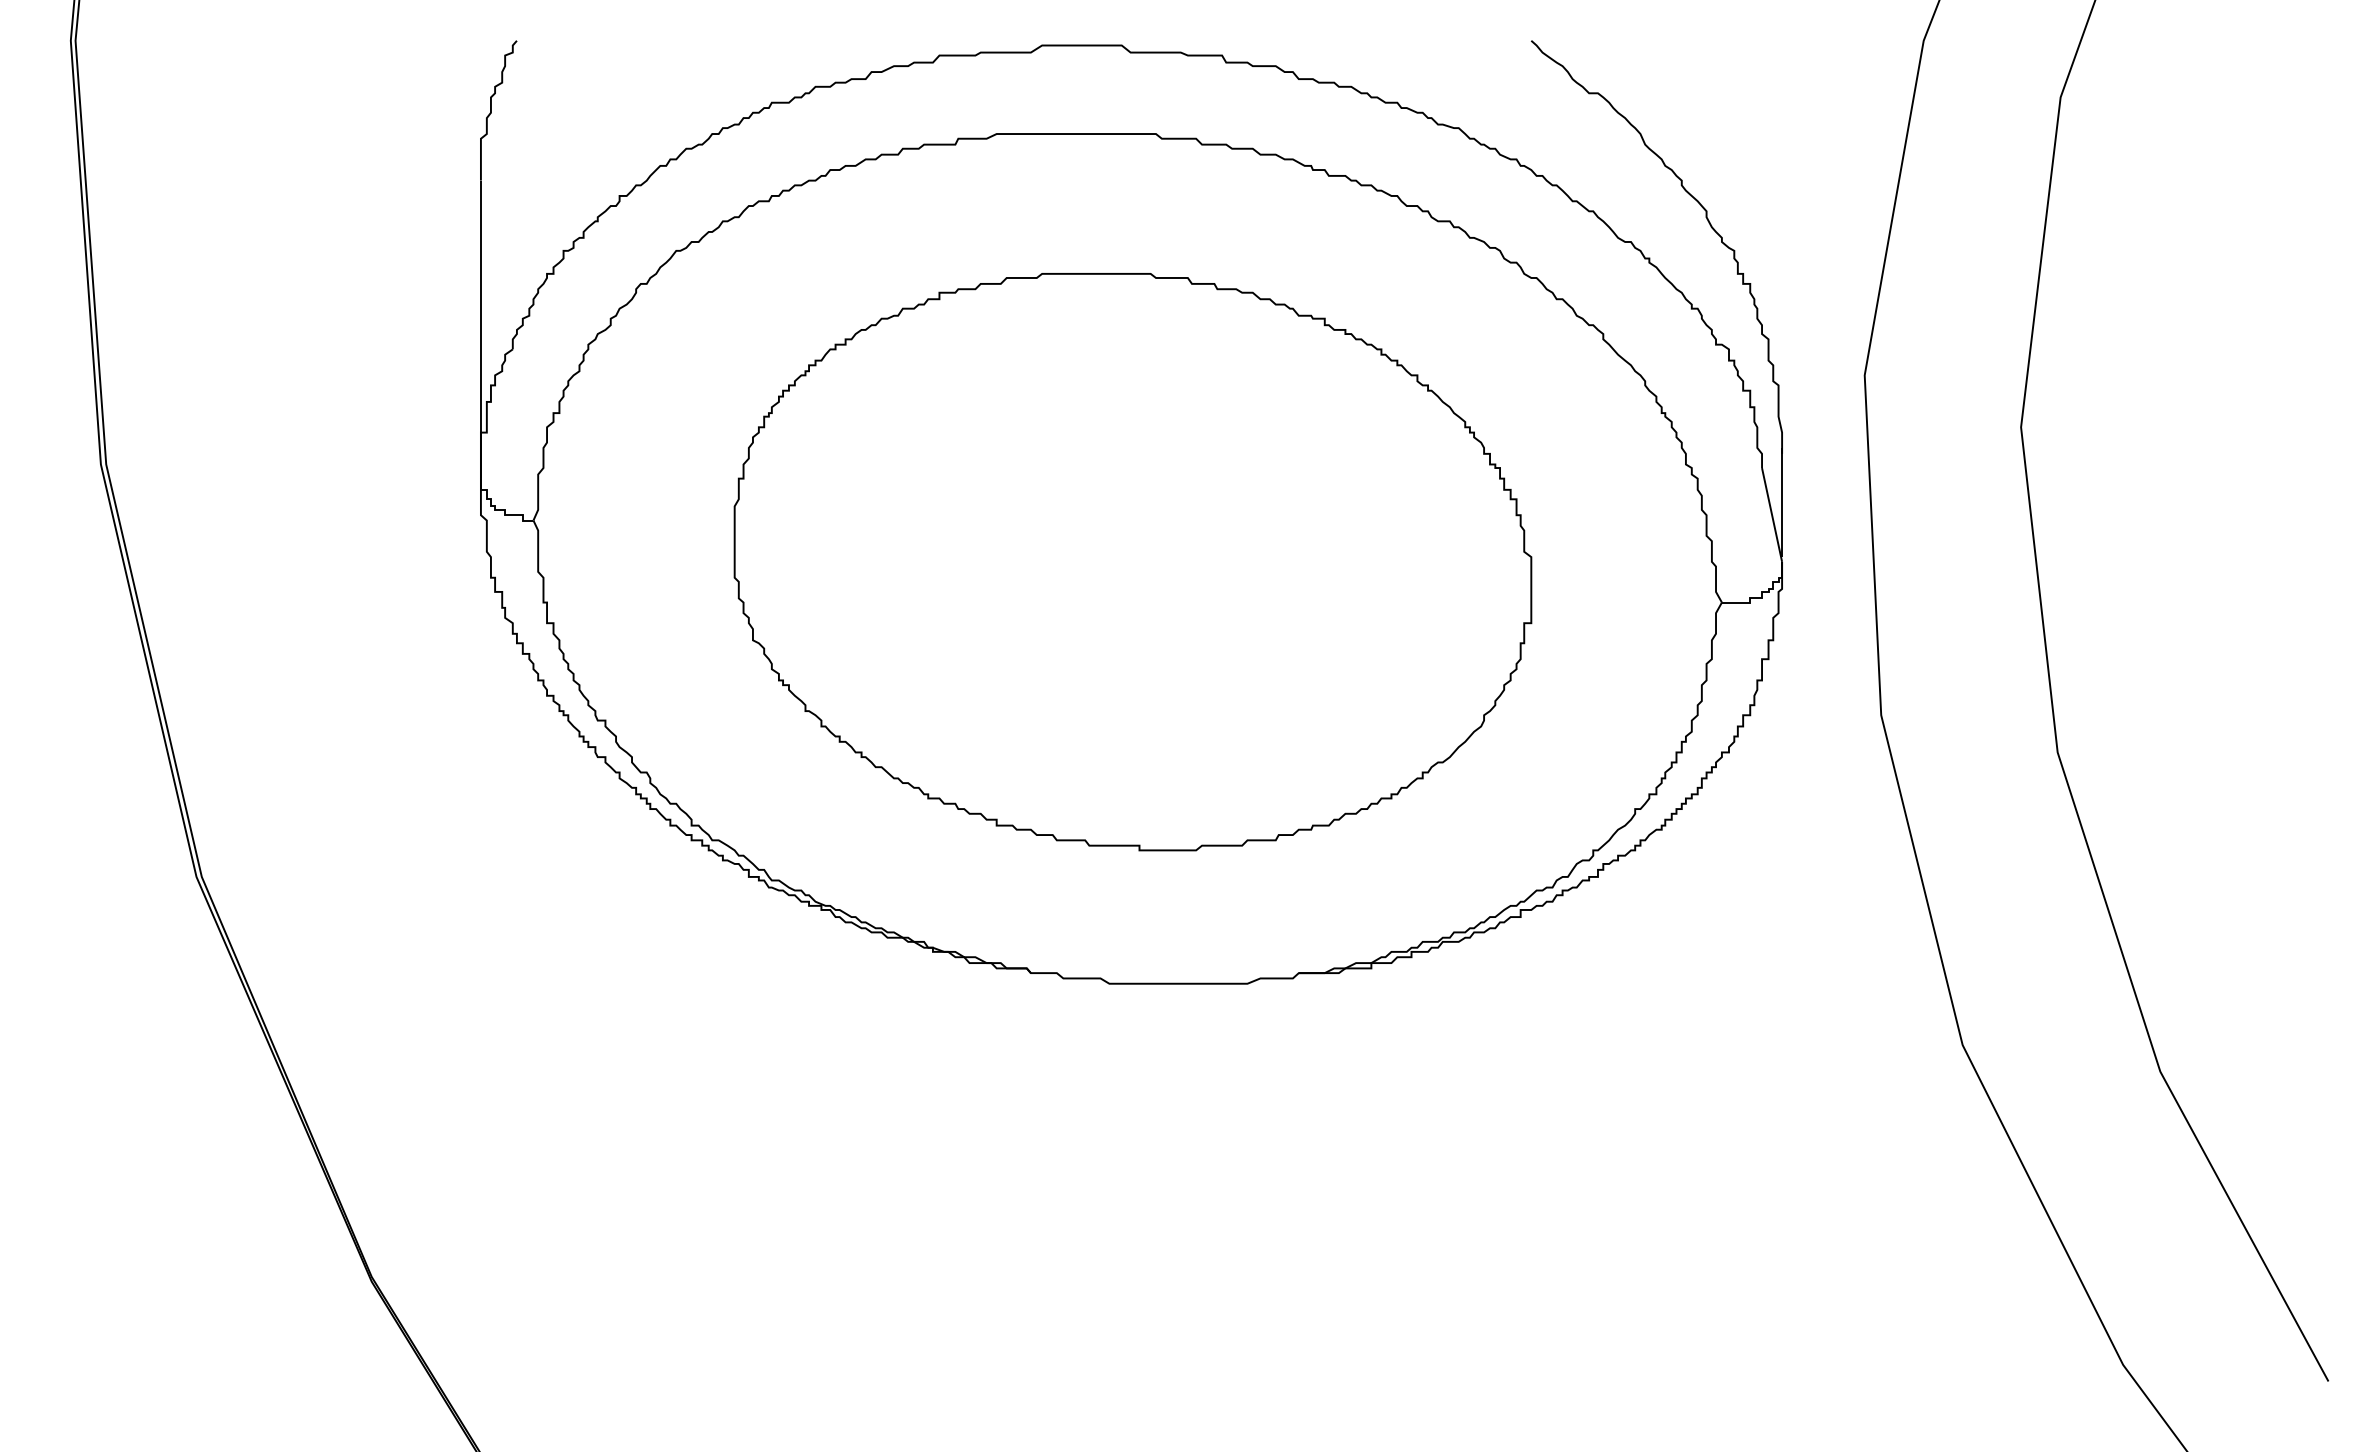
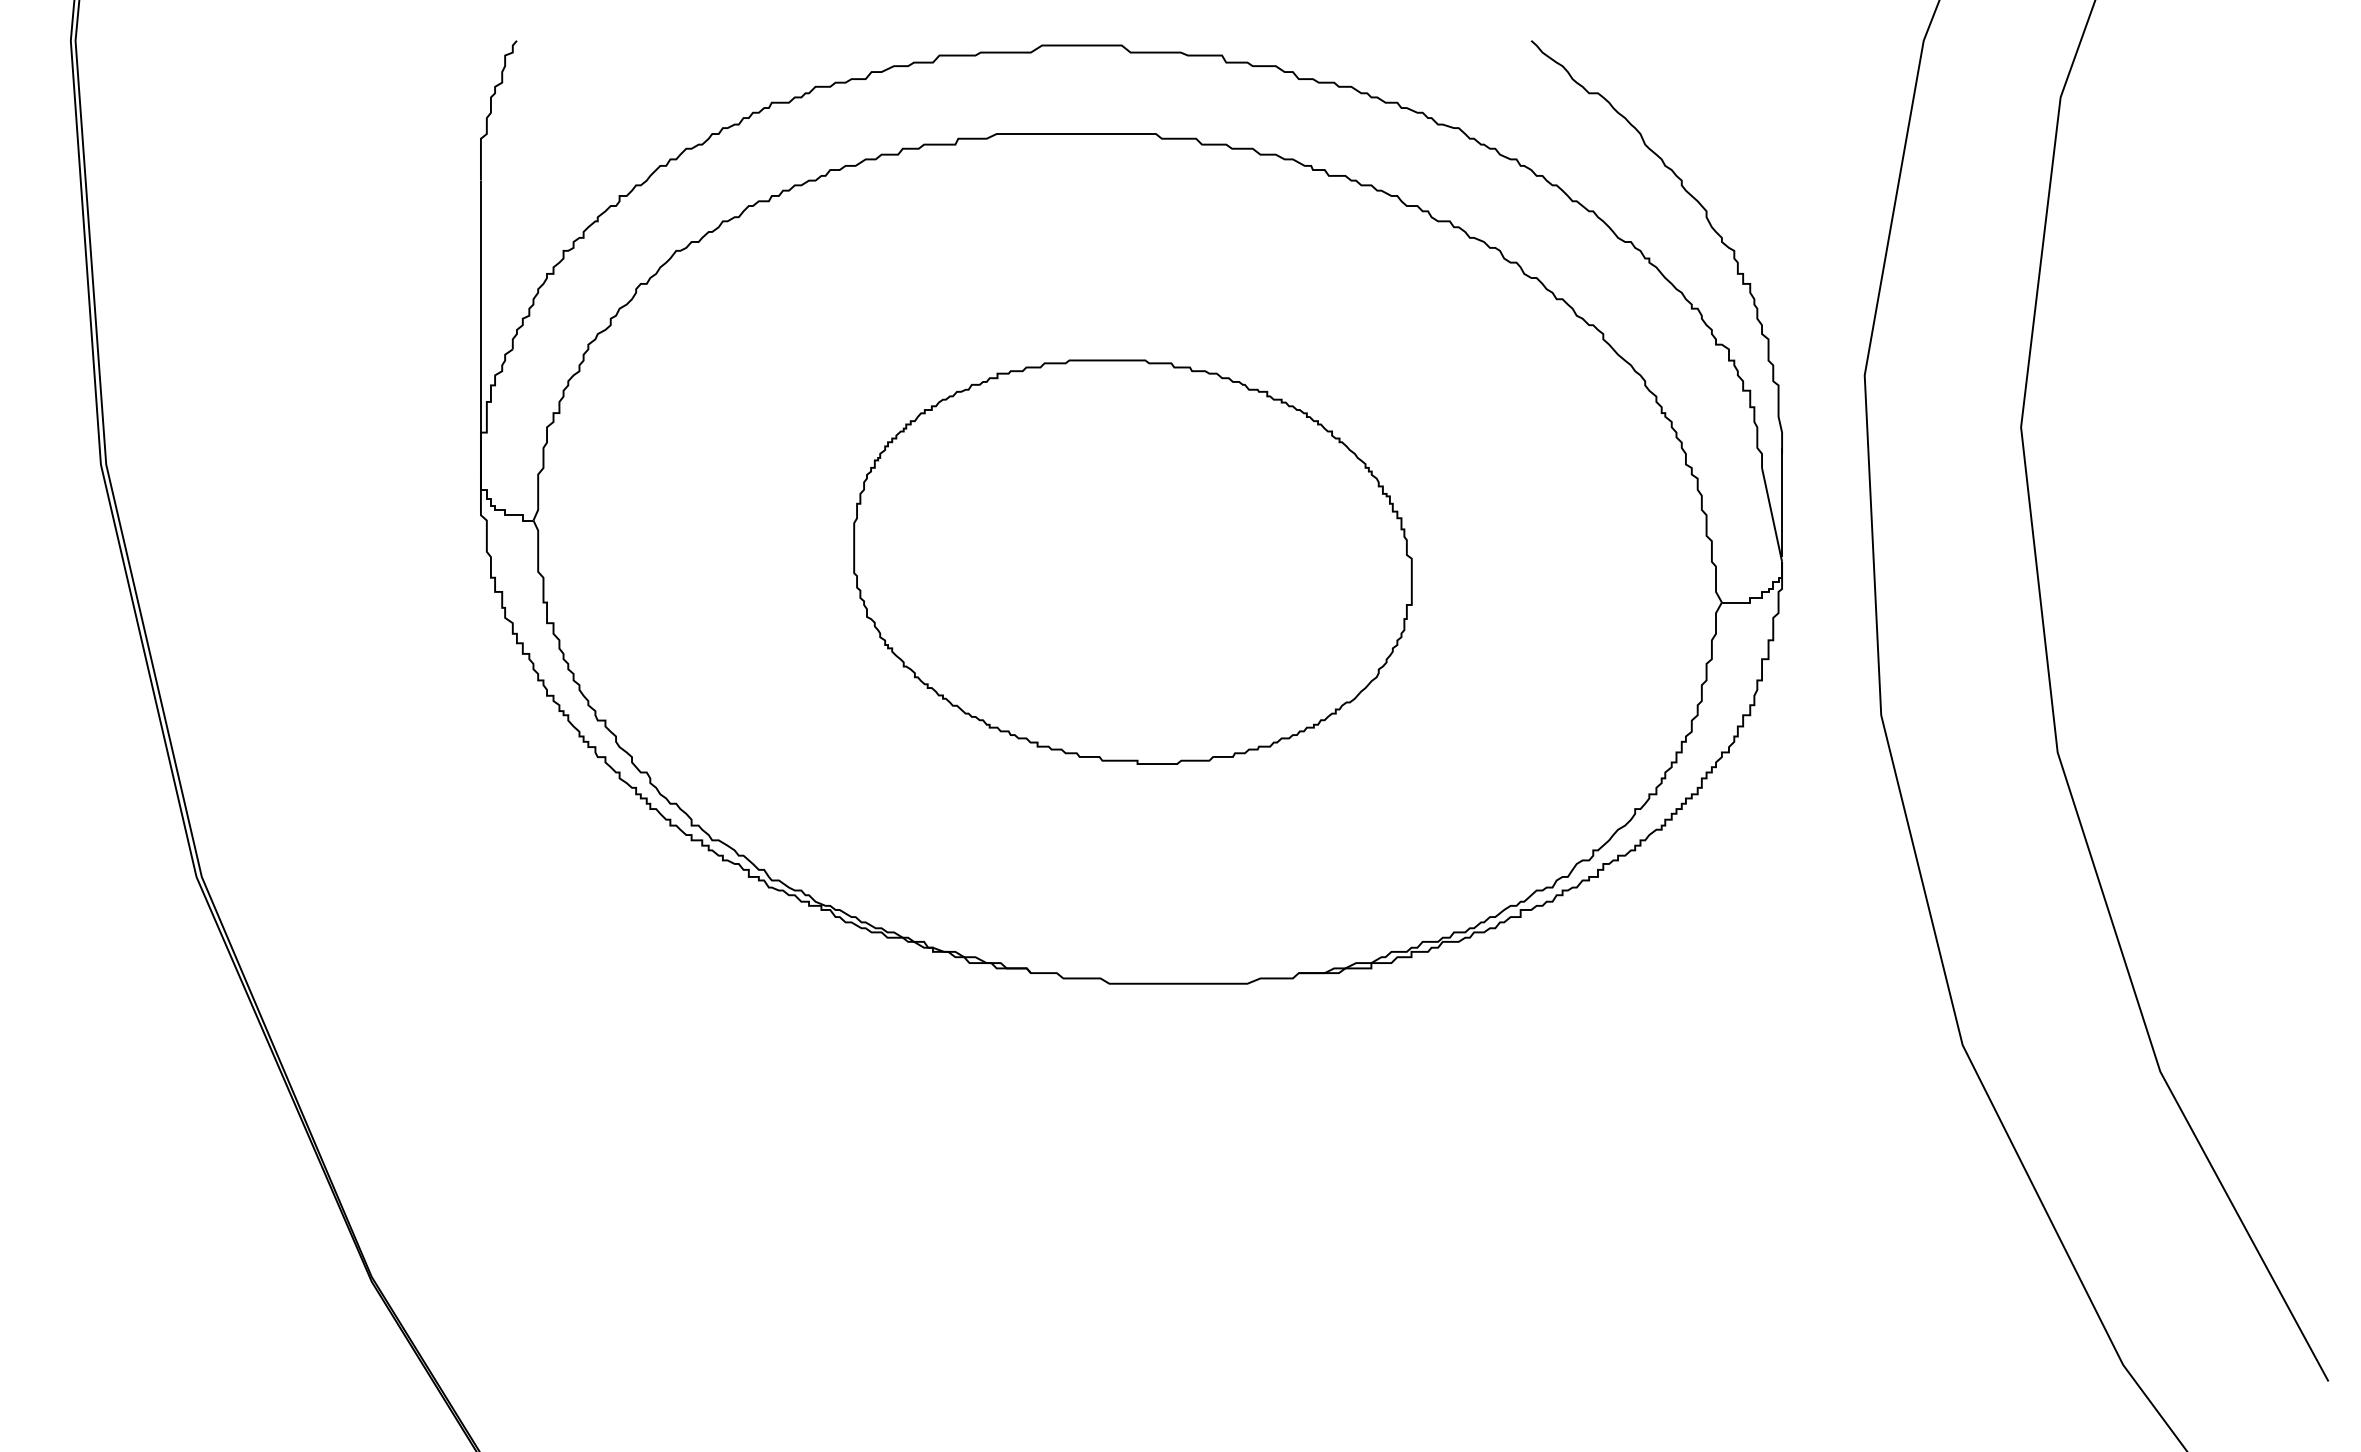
part at (1132, 562) size: 800x579 px -> 560x406 px
